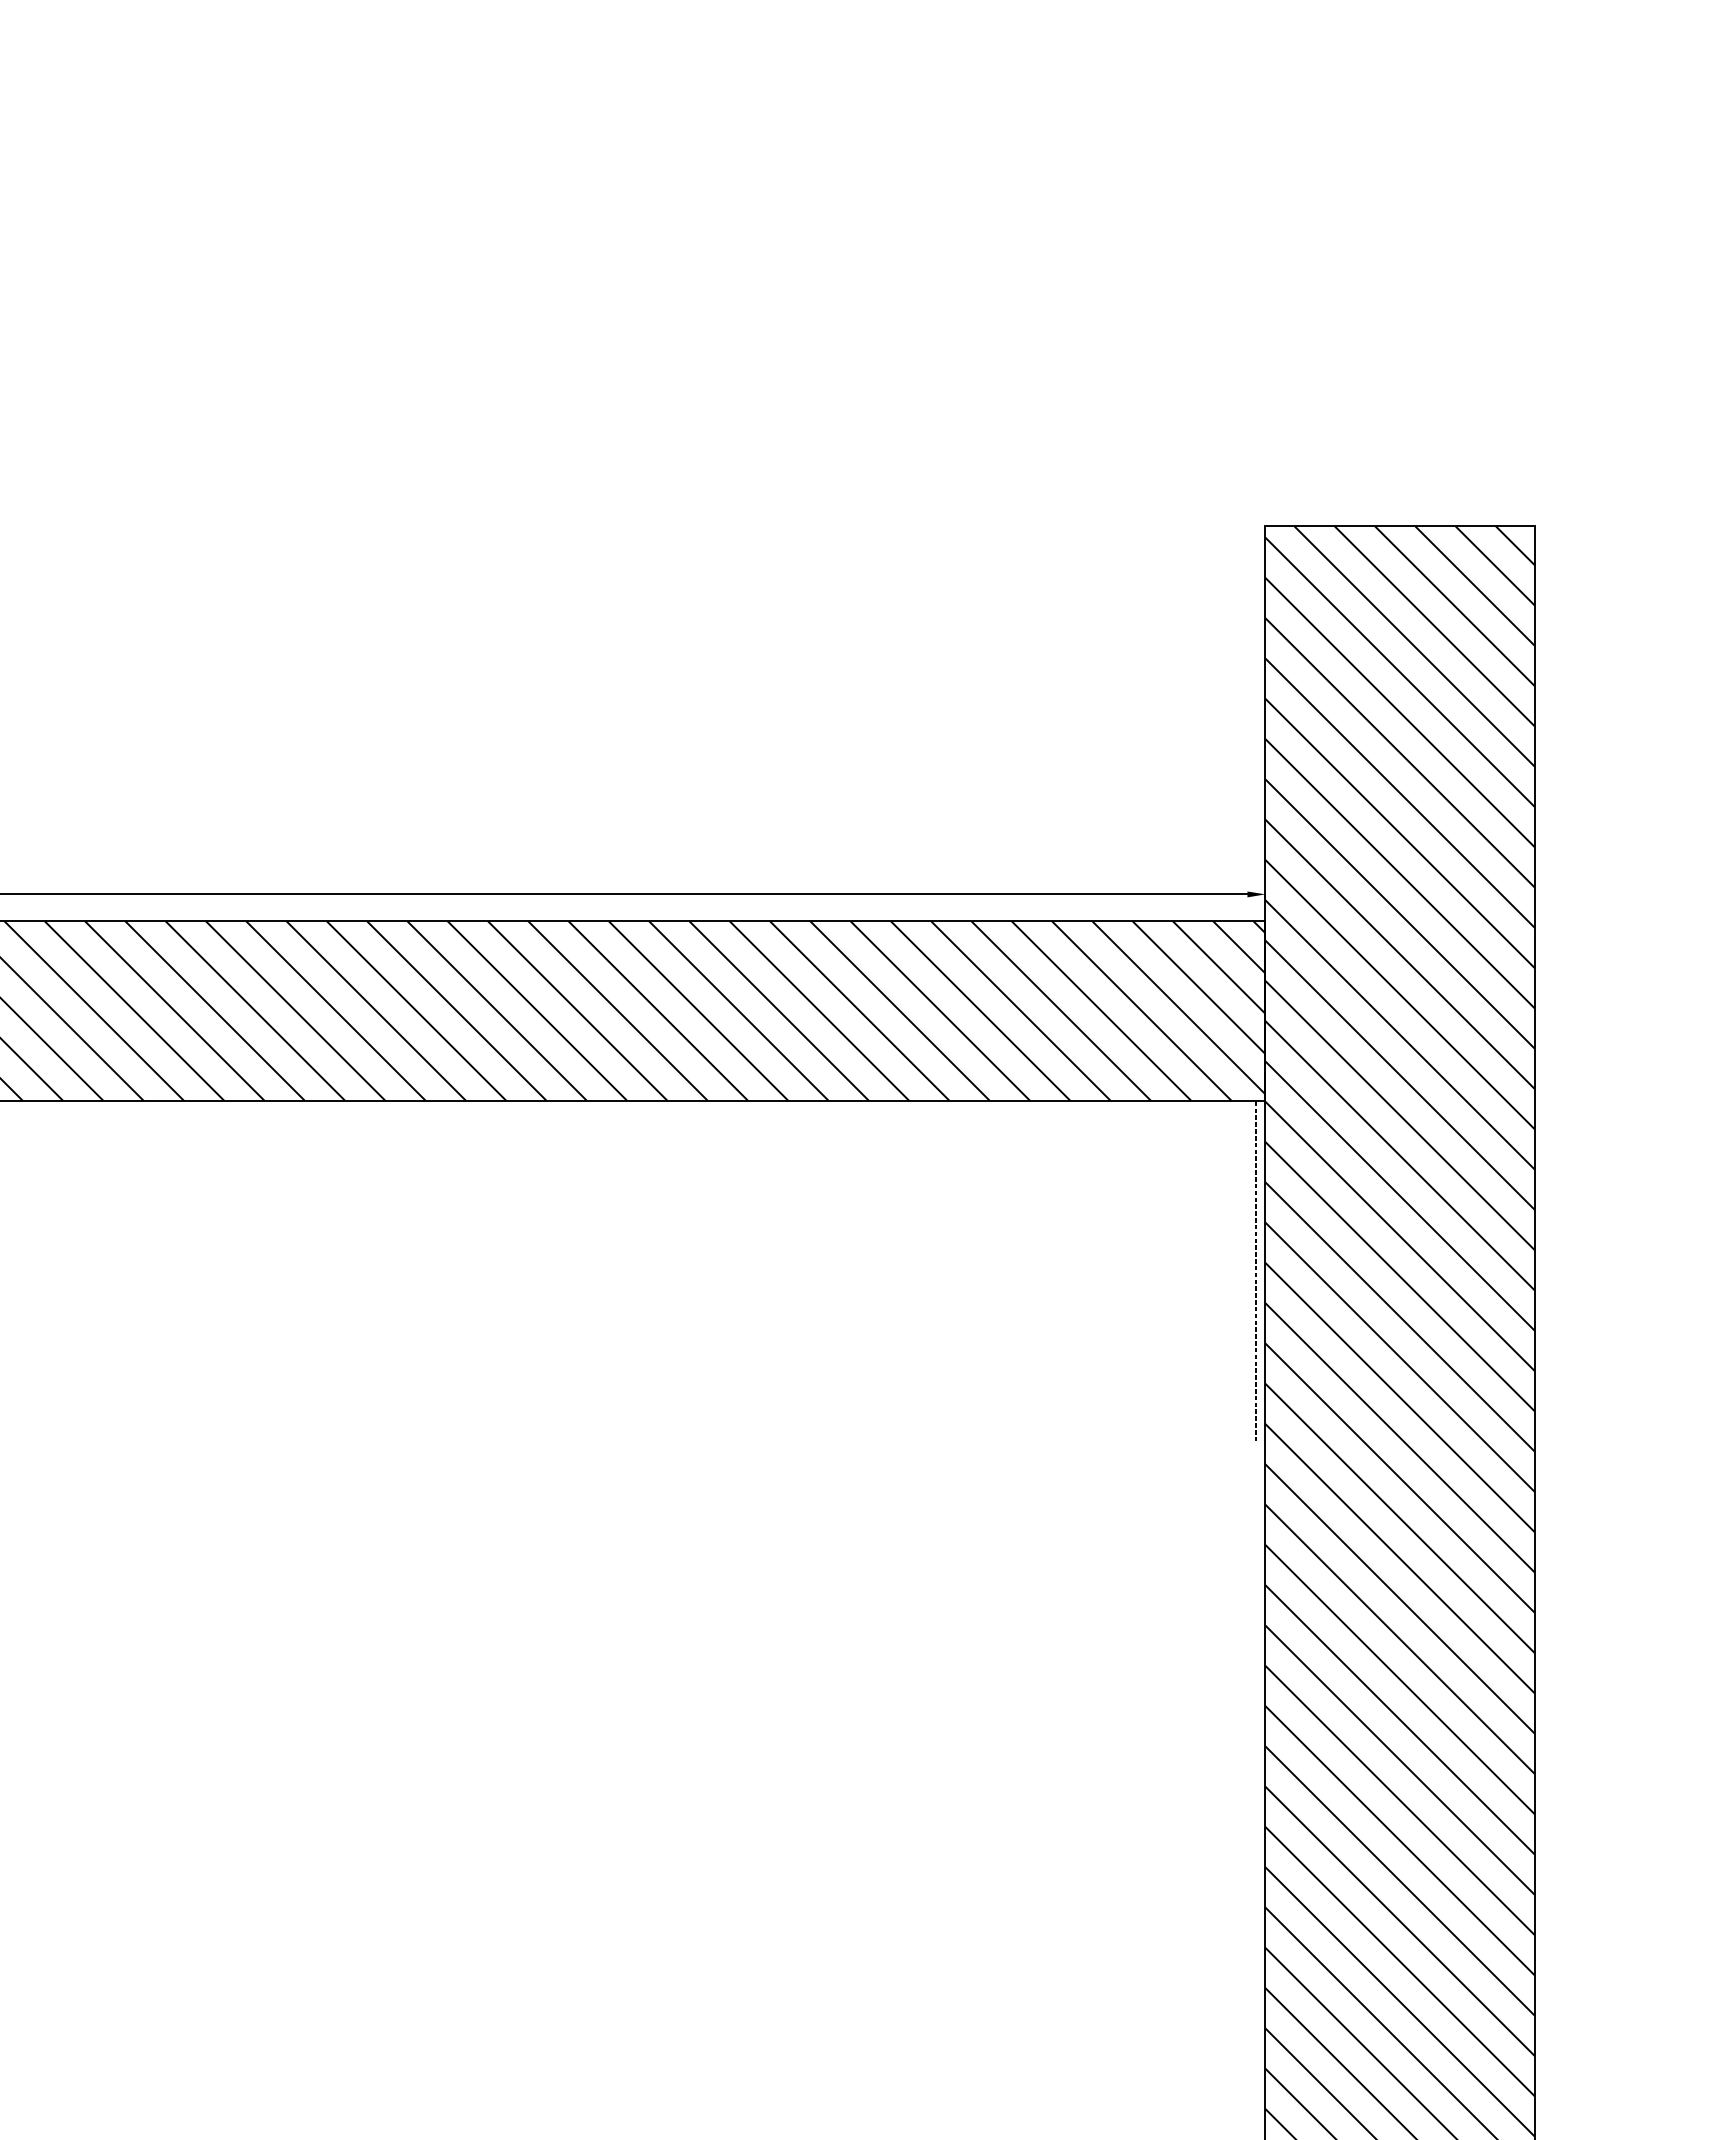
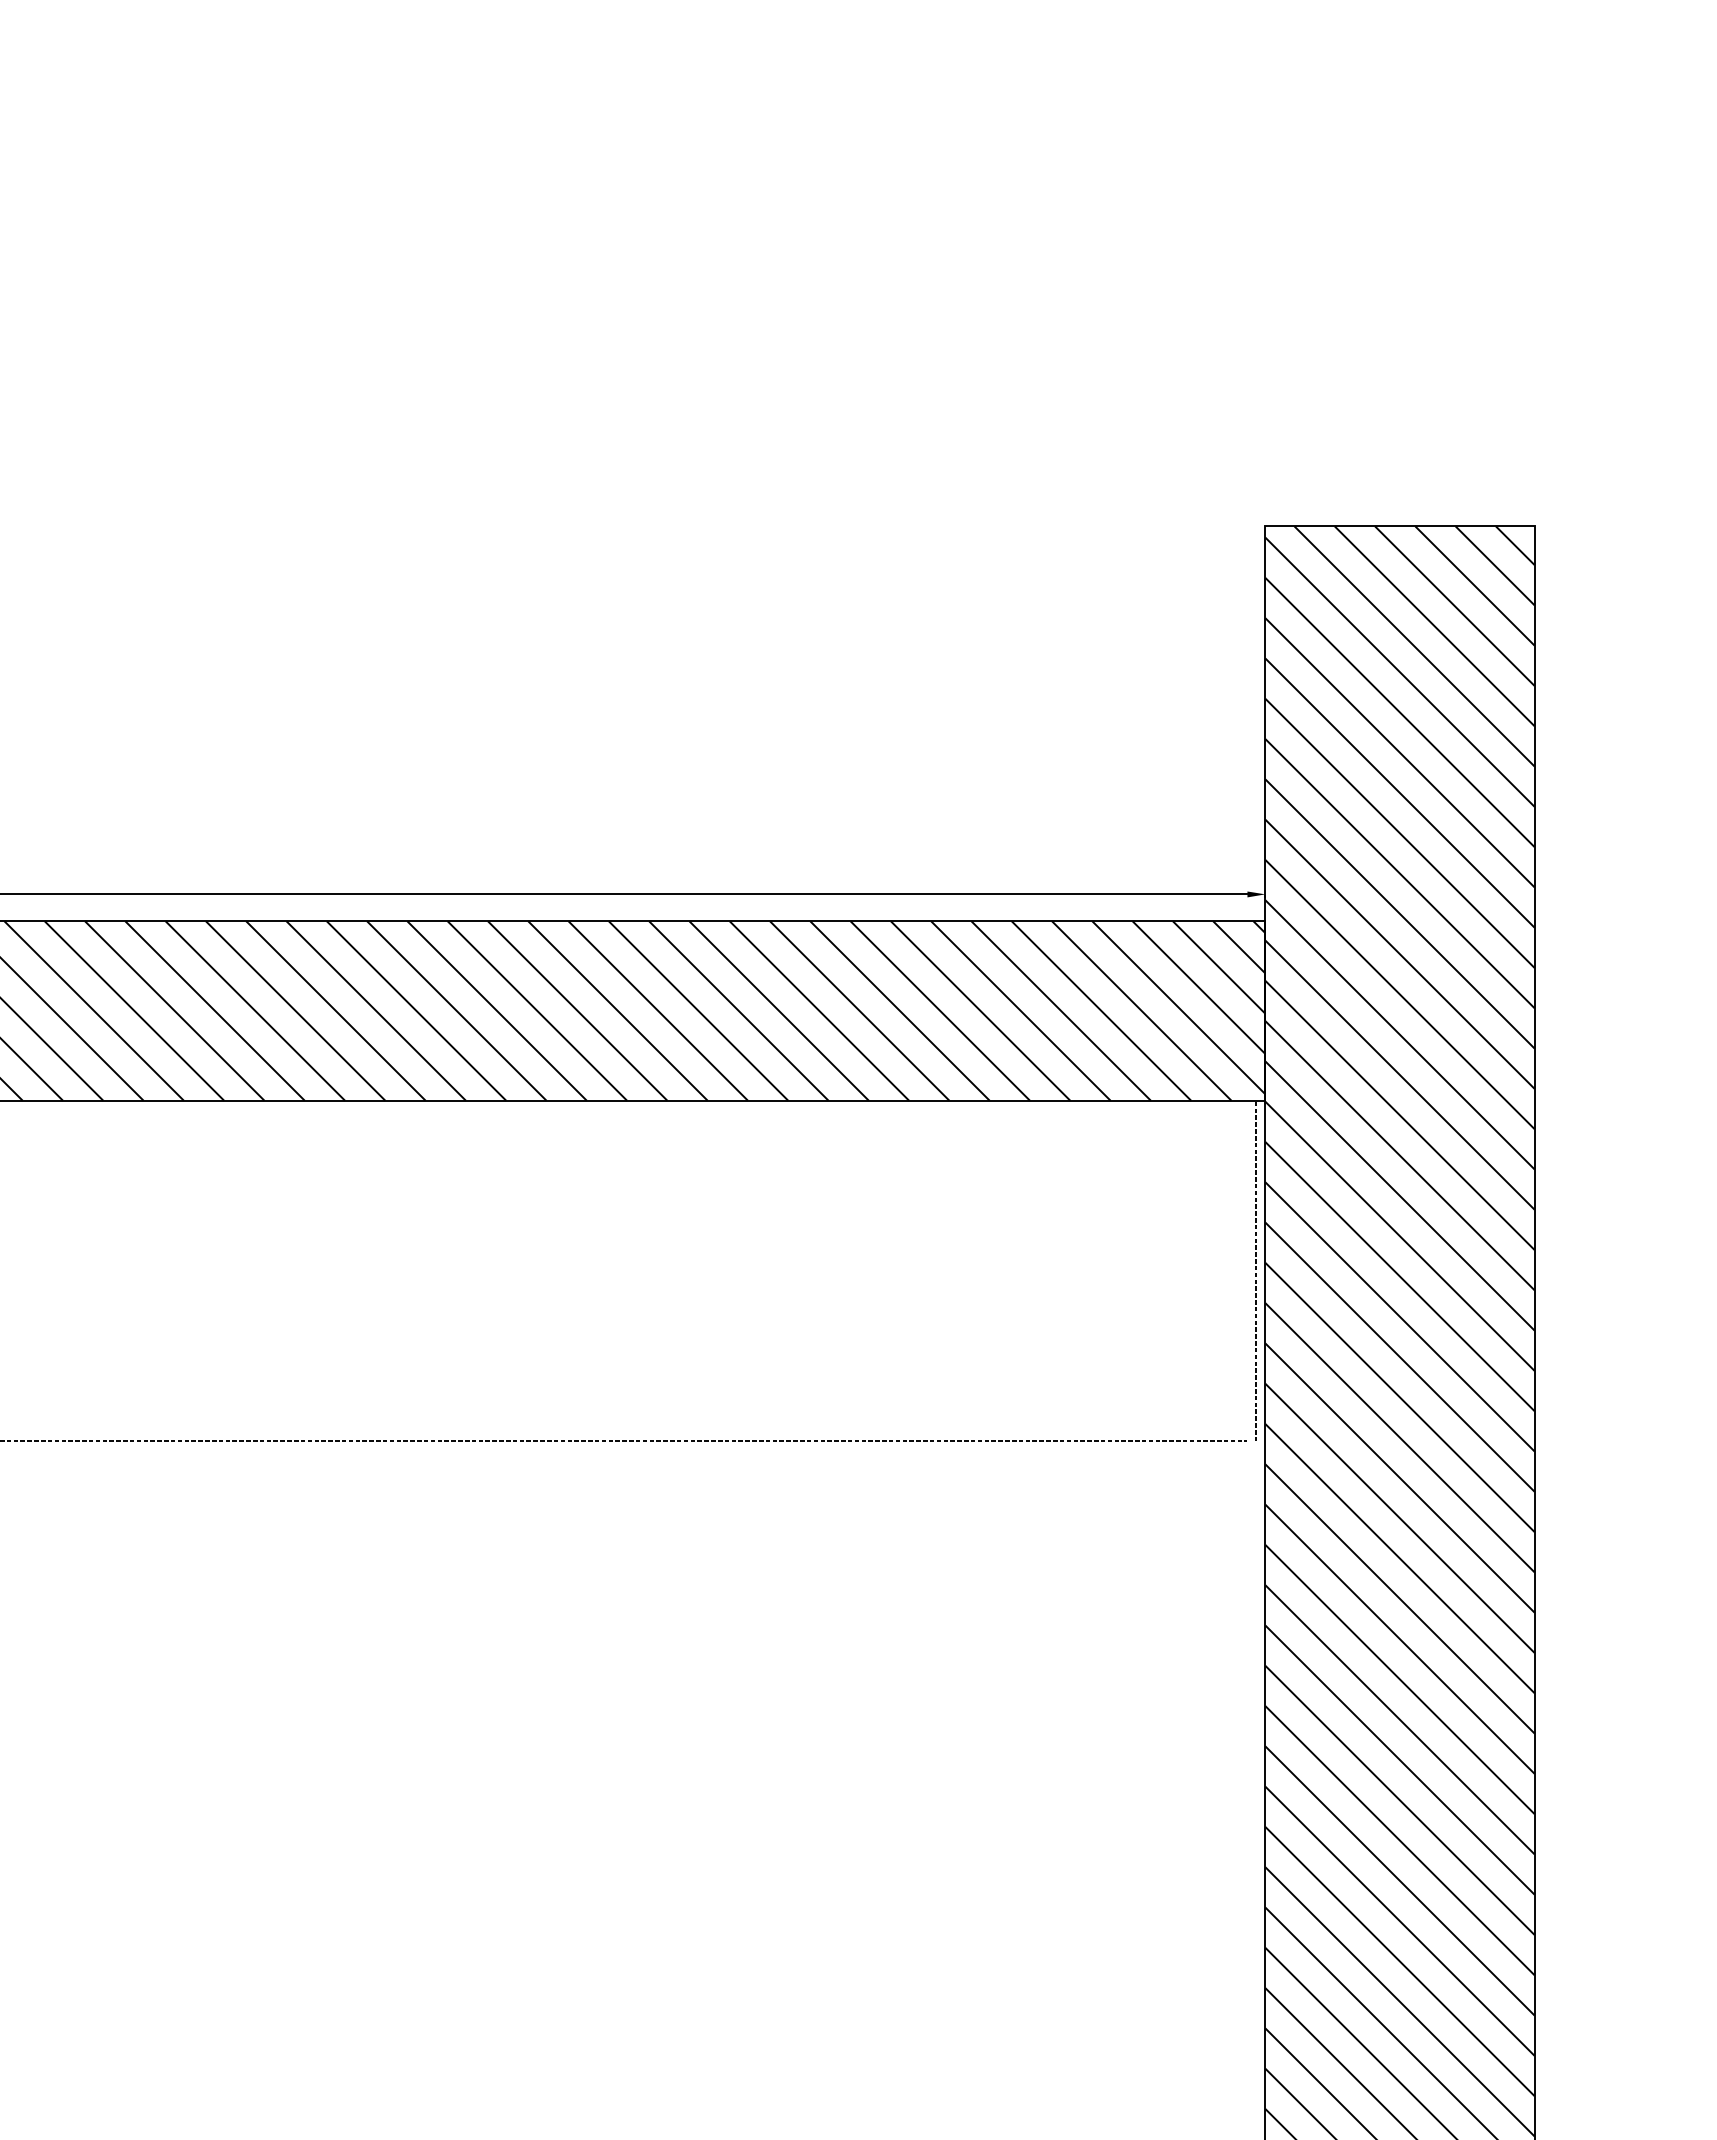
line at (624, 1441): none -> present
